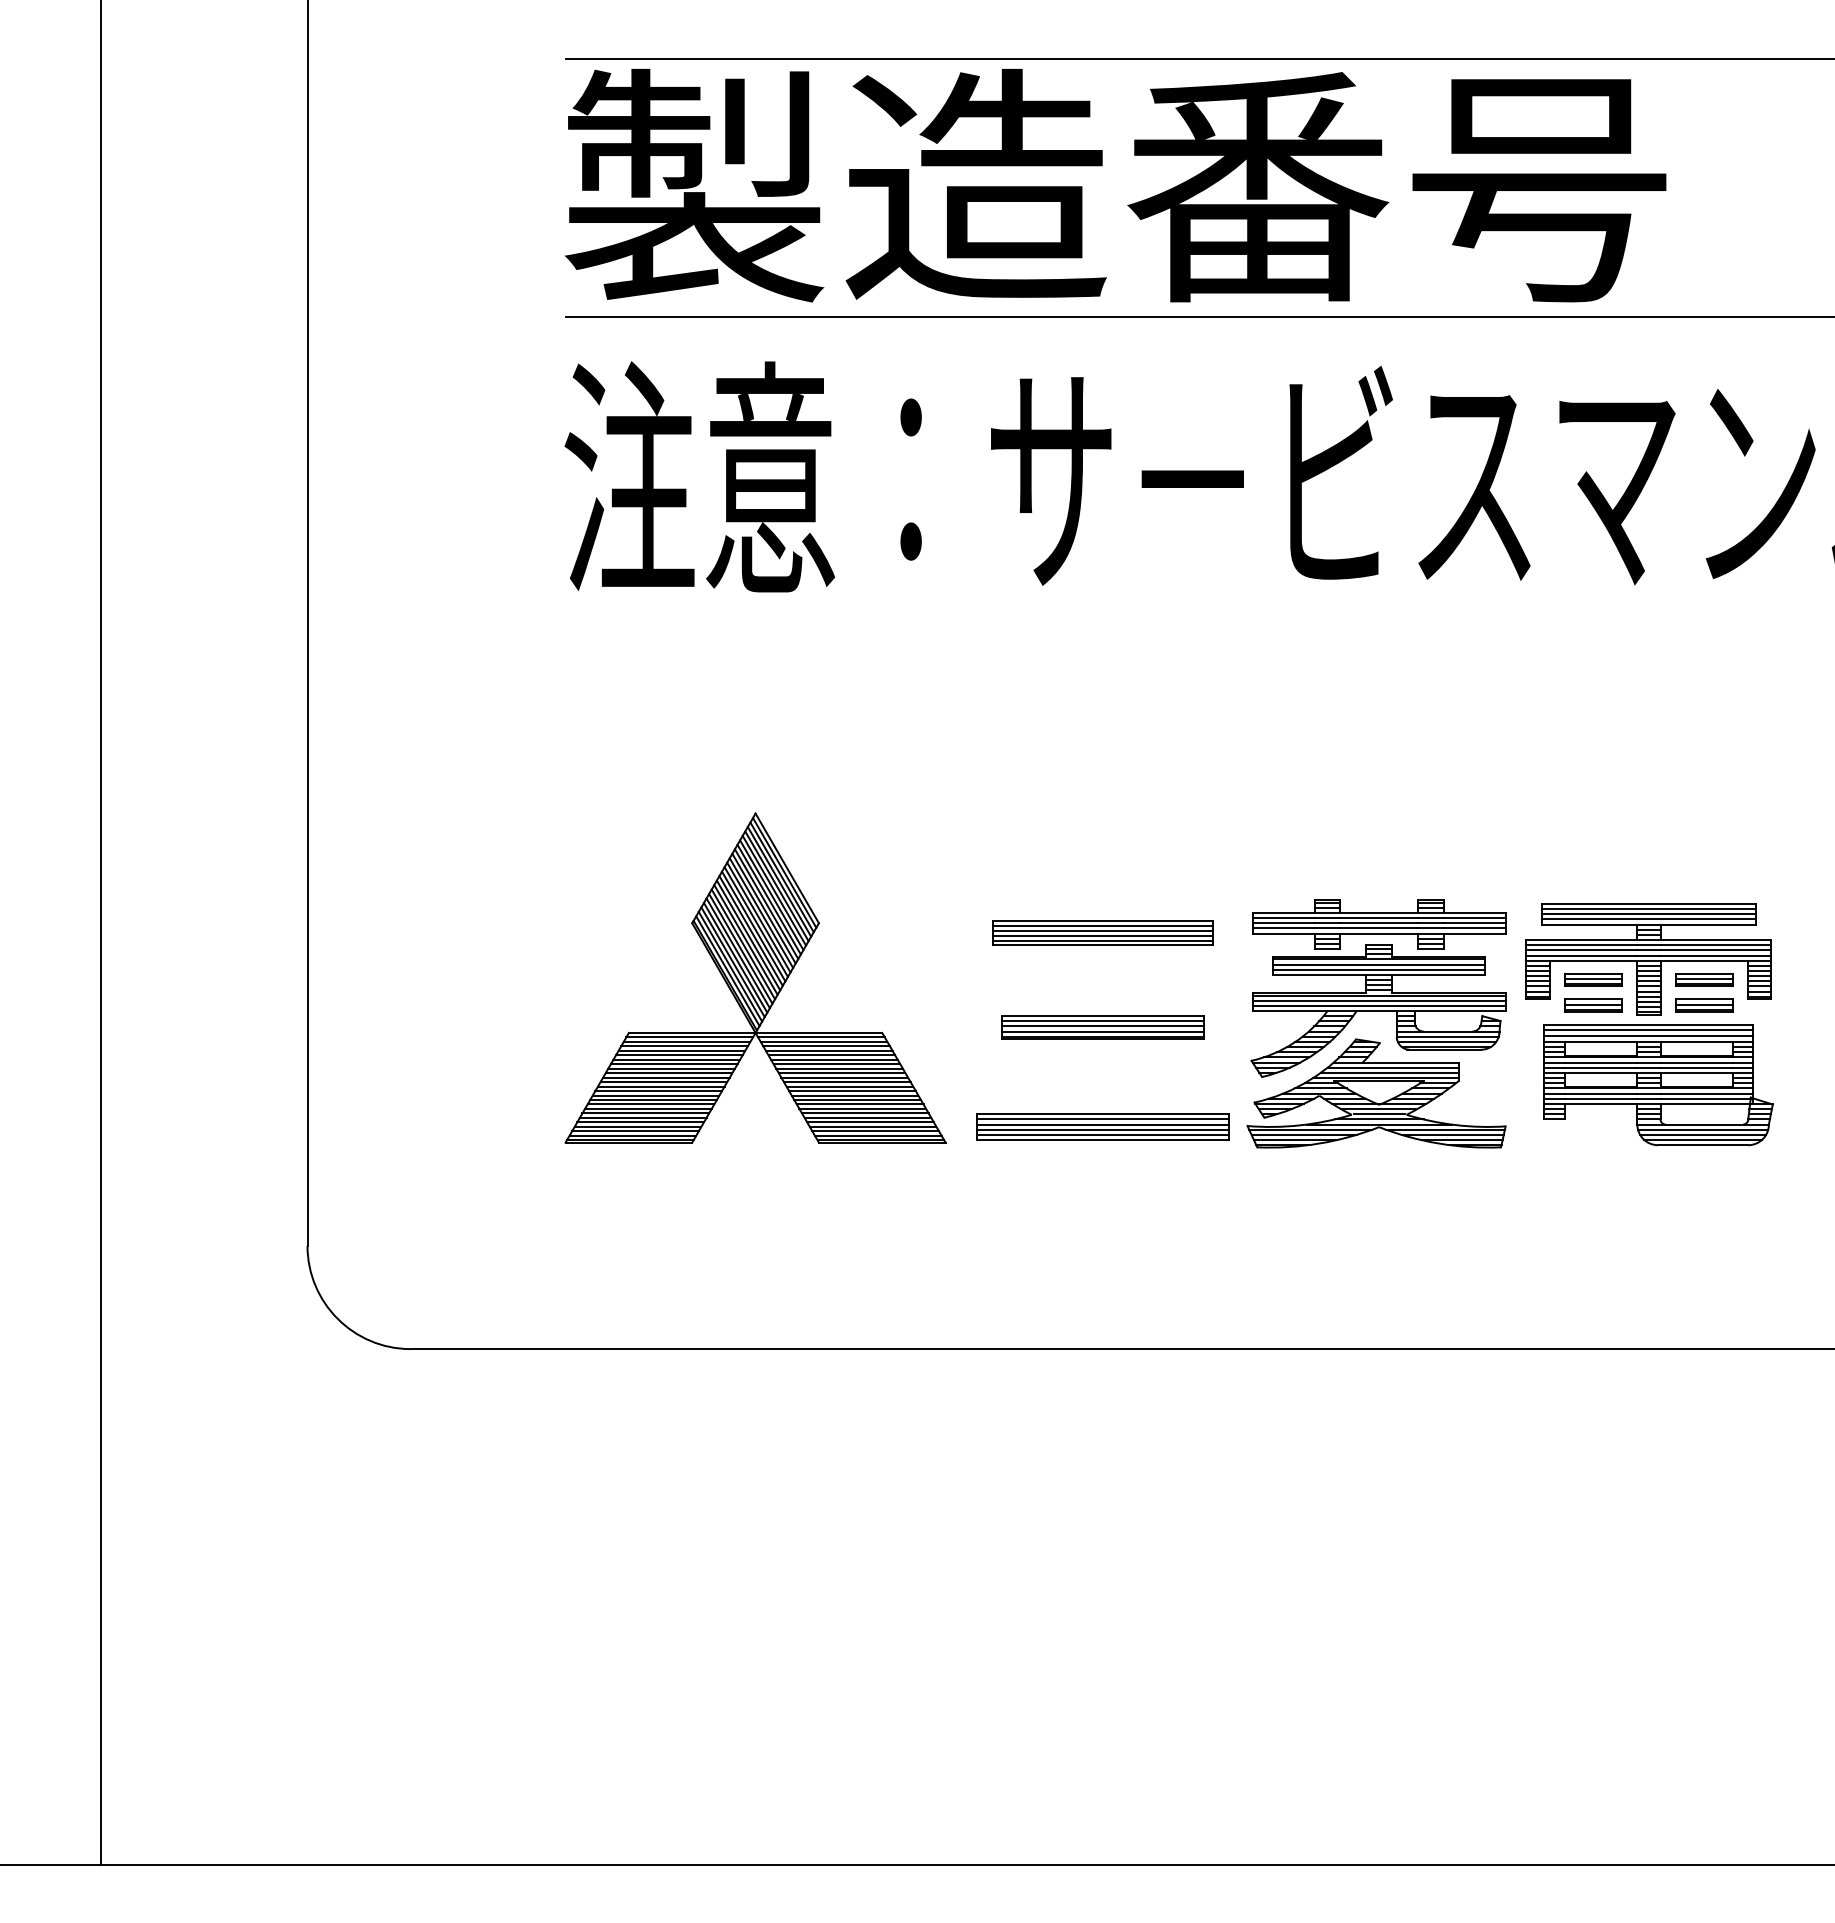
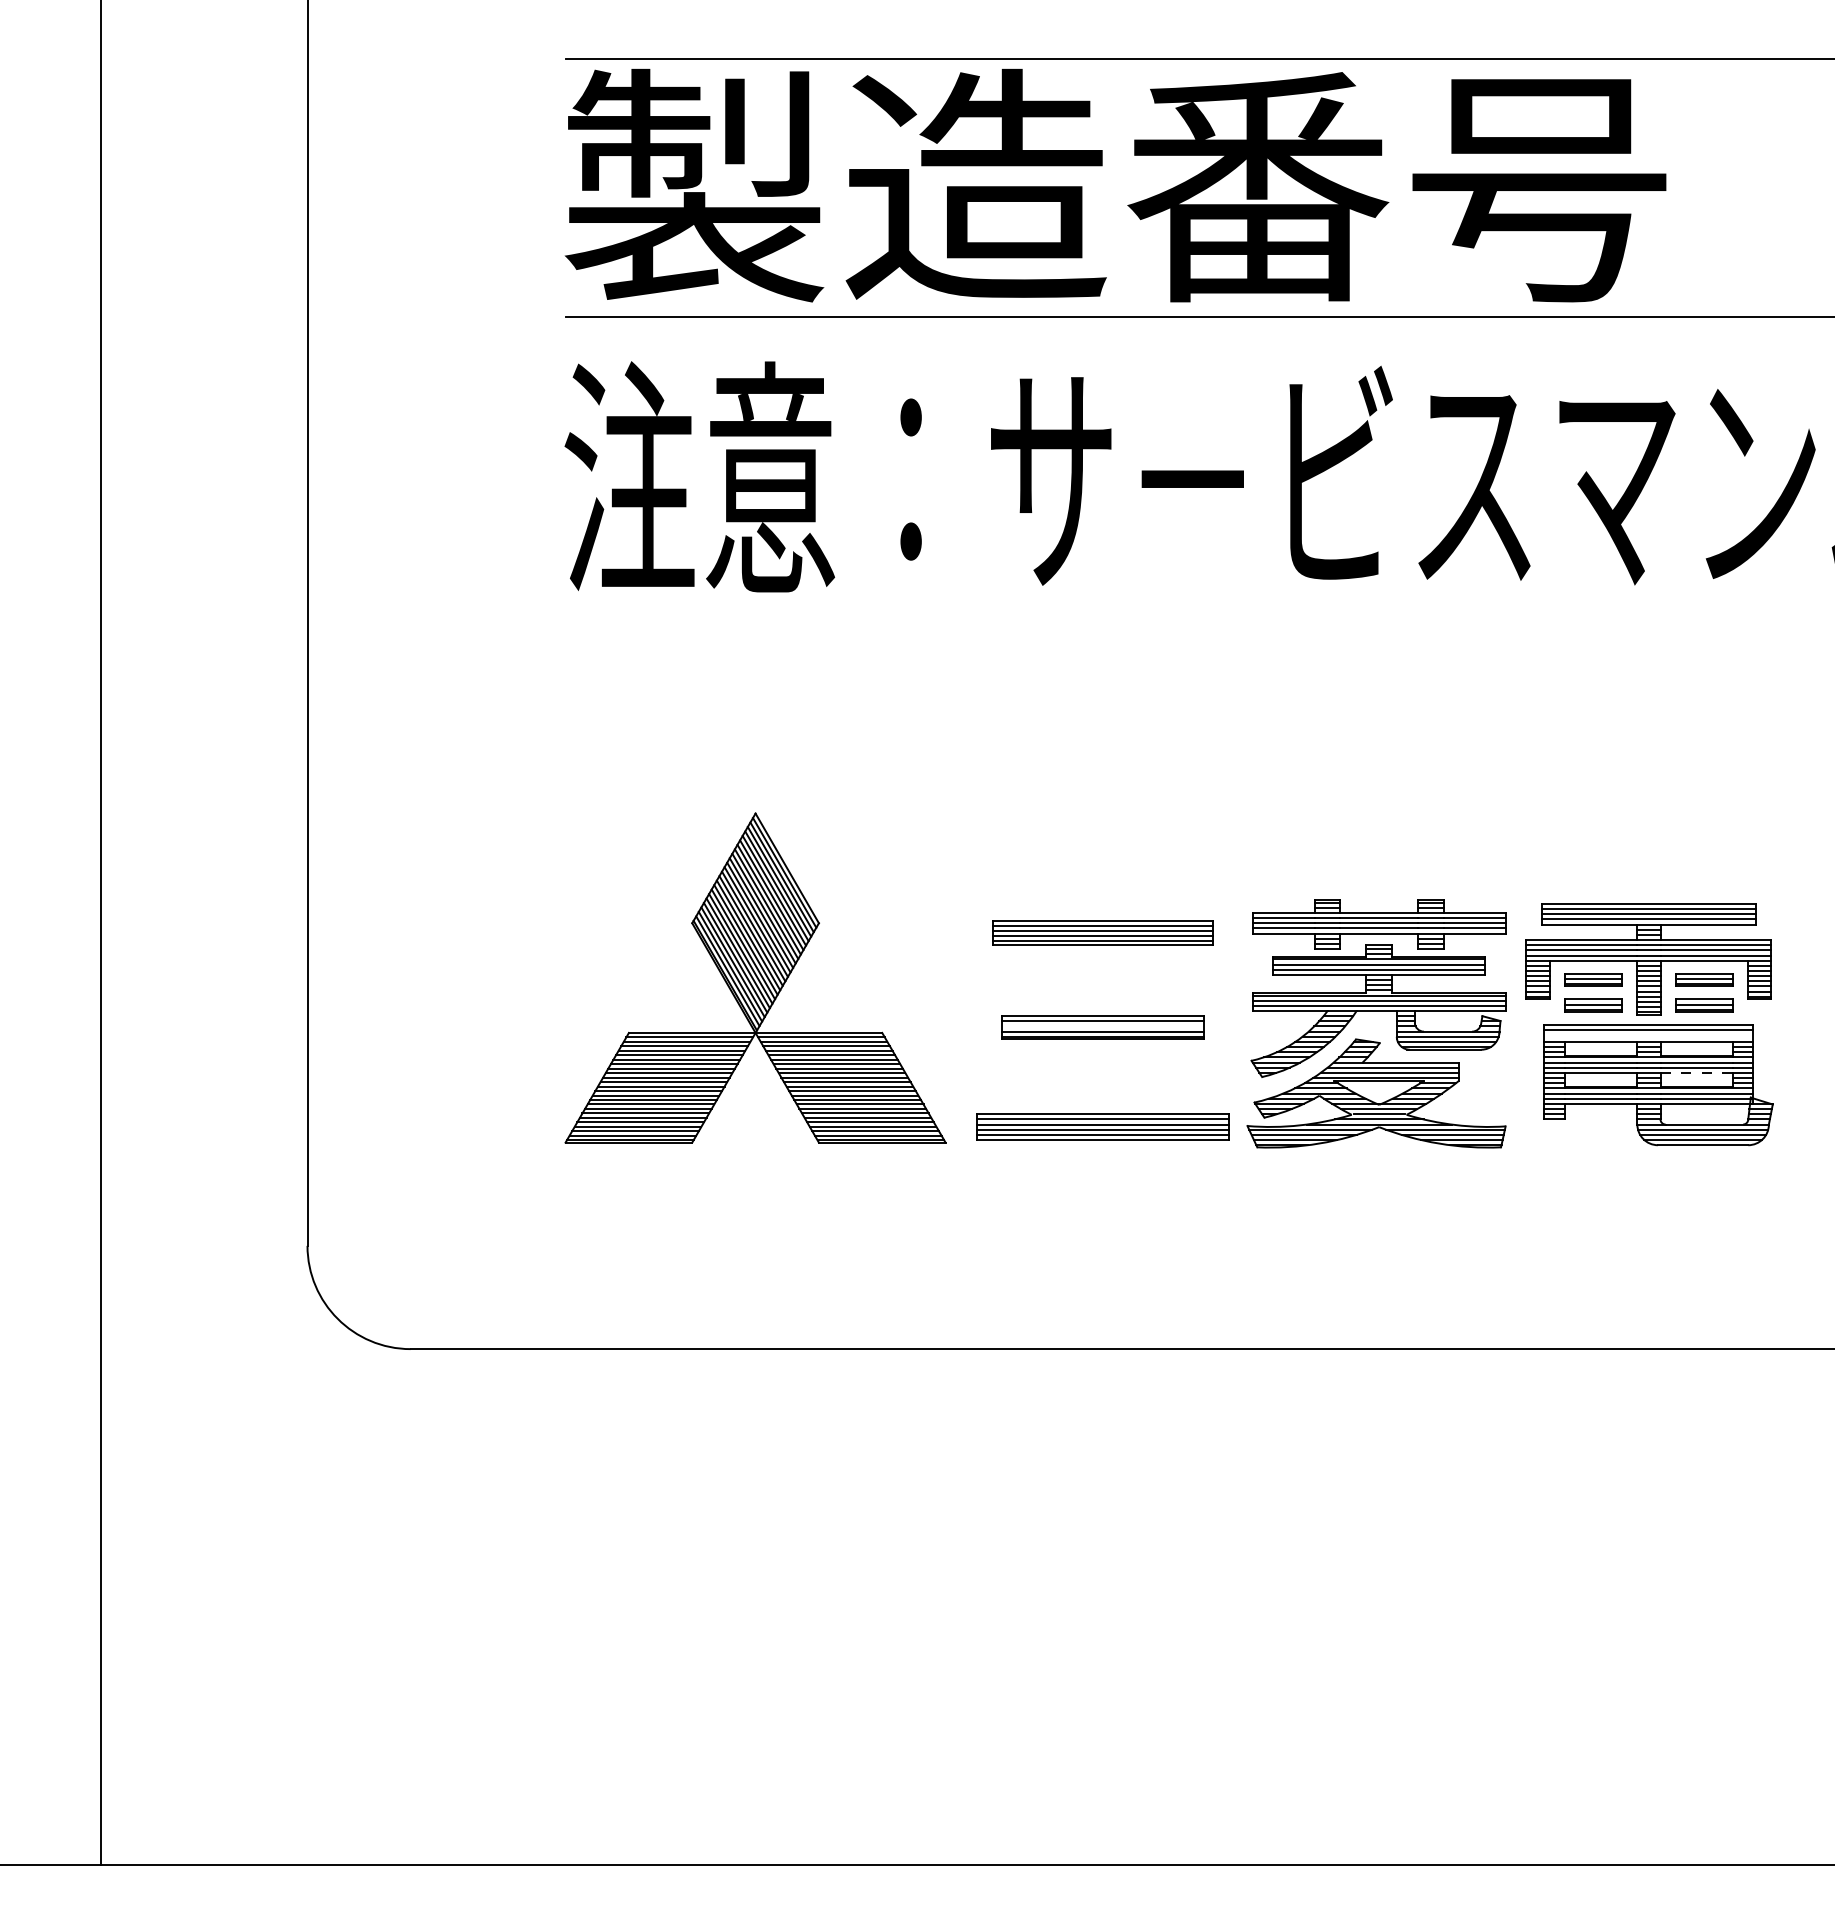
line at (1102, 1026): present -> none
line at (1648, 1035): present -> none
line at (1697, 1072): solid -> dashed
